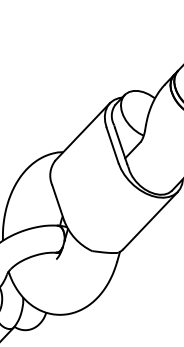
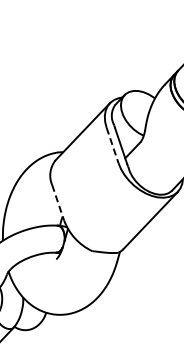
line at (112, 145): solid -> dashed
line at (58, 202): solid -> dashed
